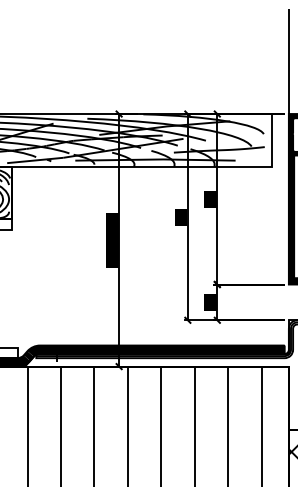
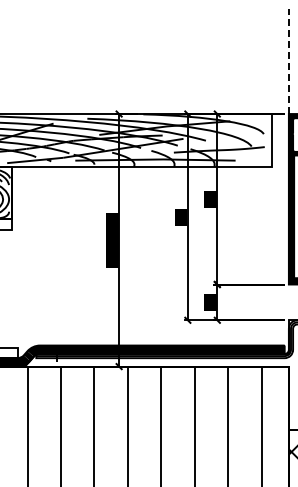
line at (288, 61): solid -> dashed
